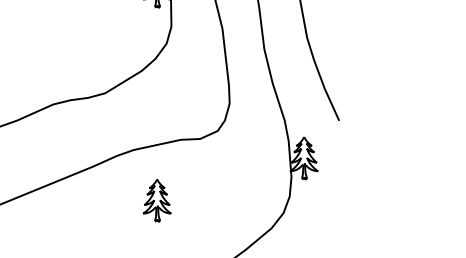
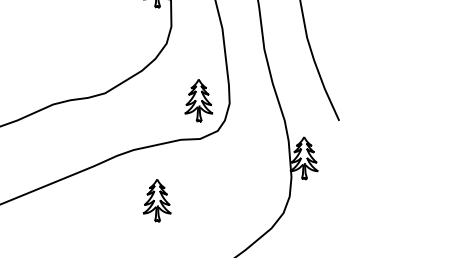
part at (198, 100): none -> present
